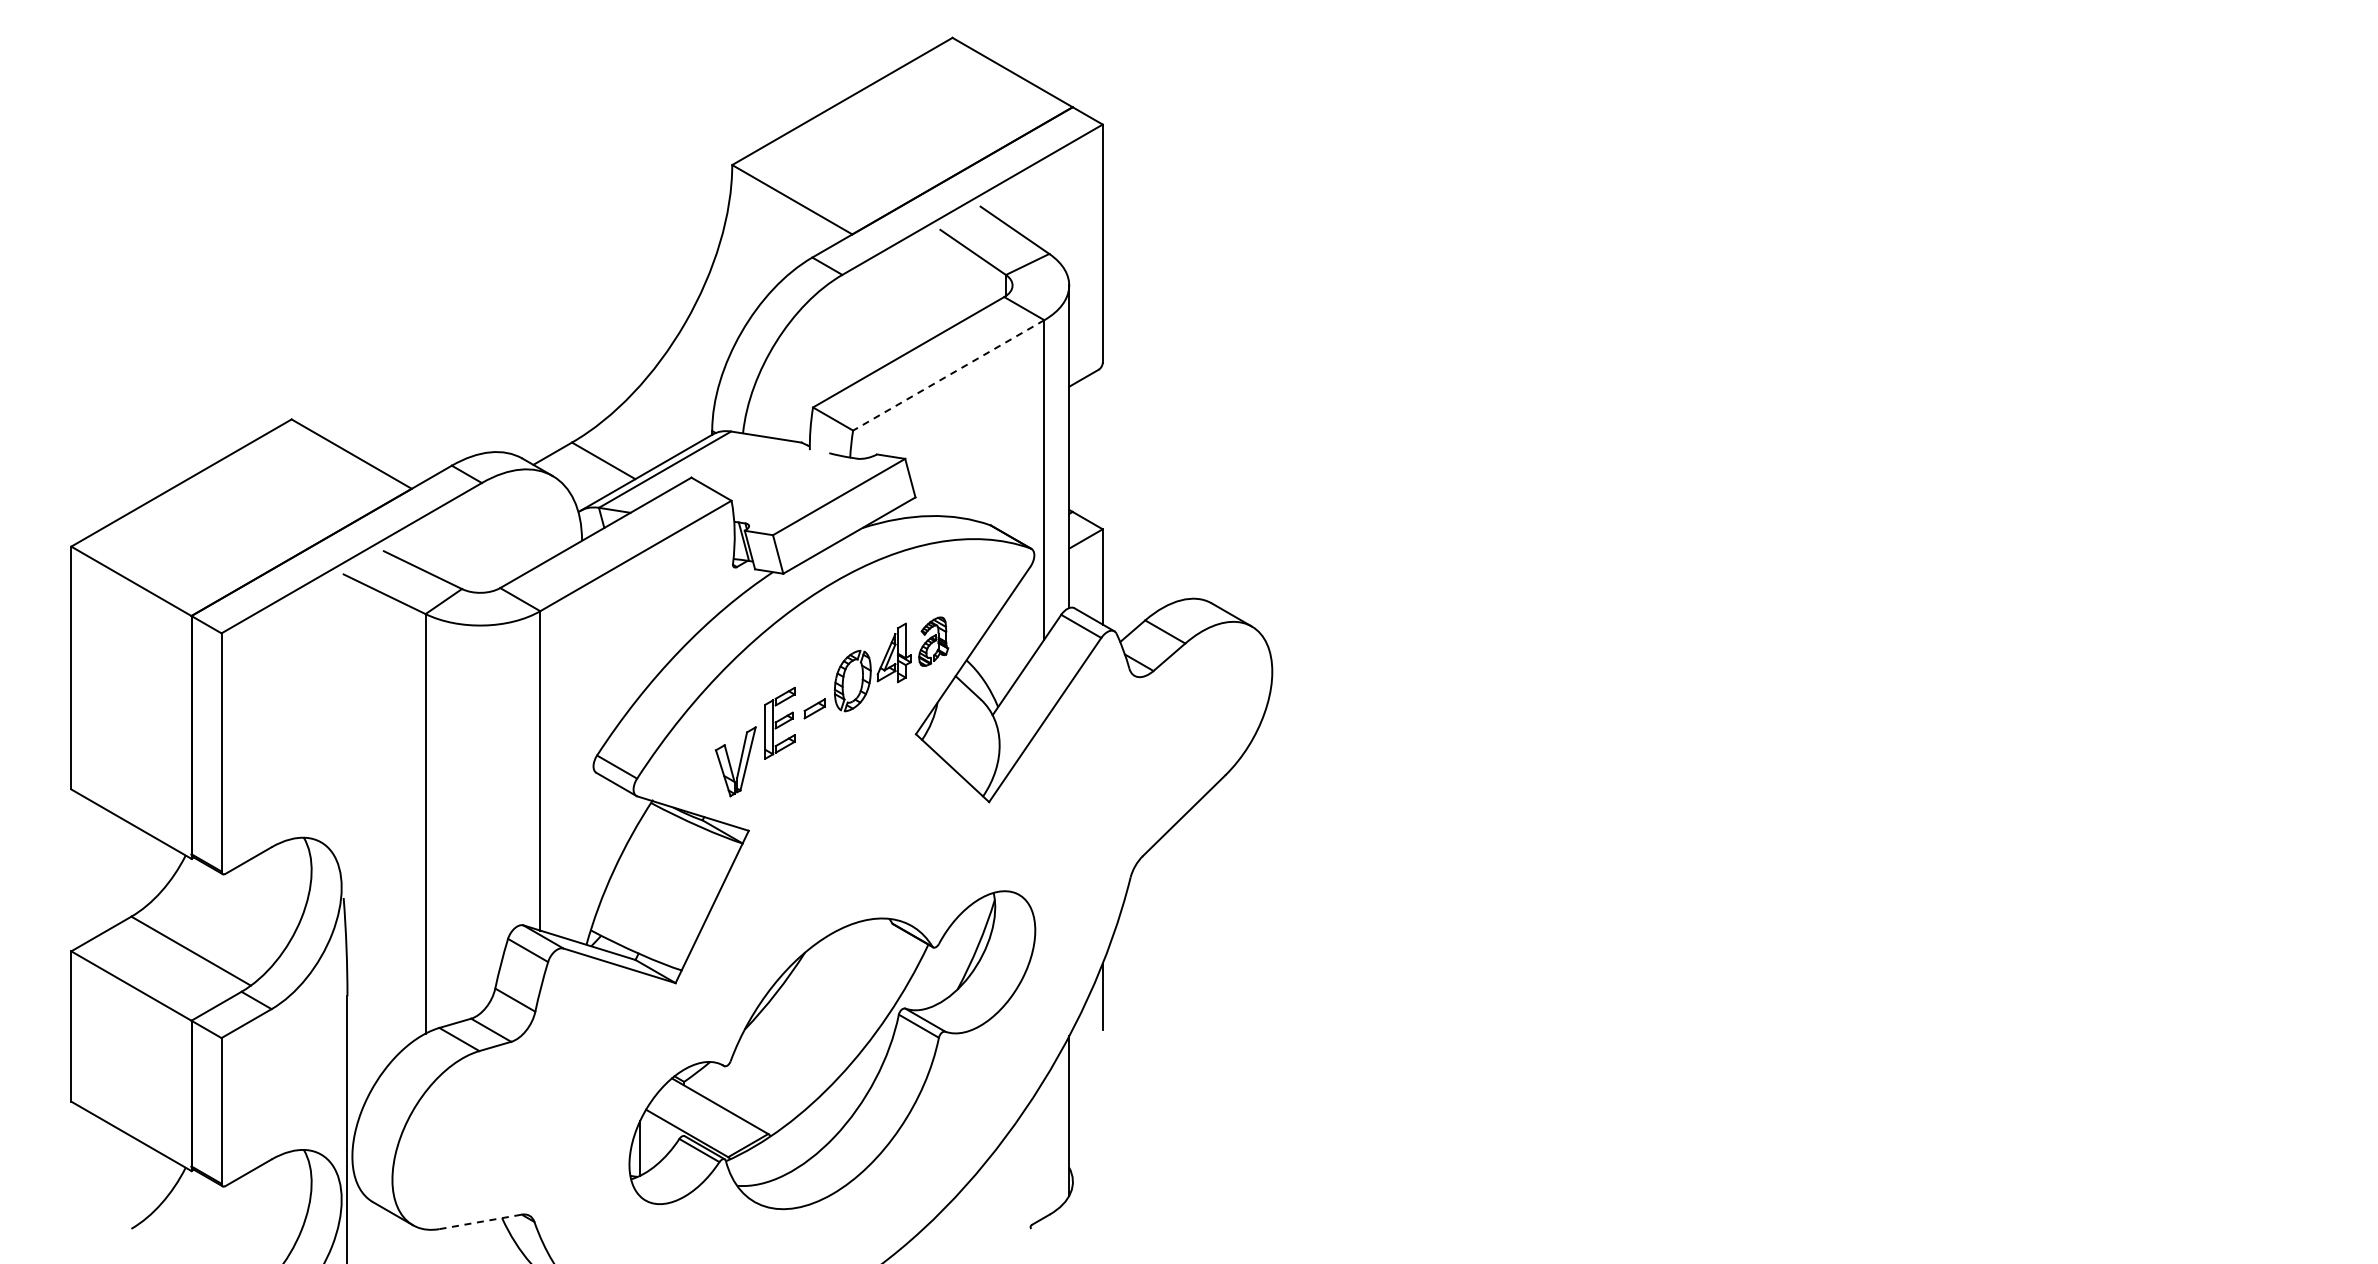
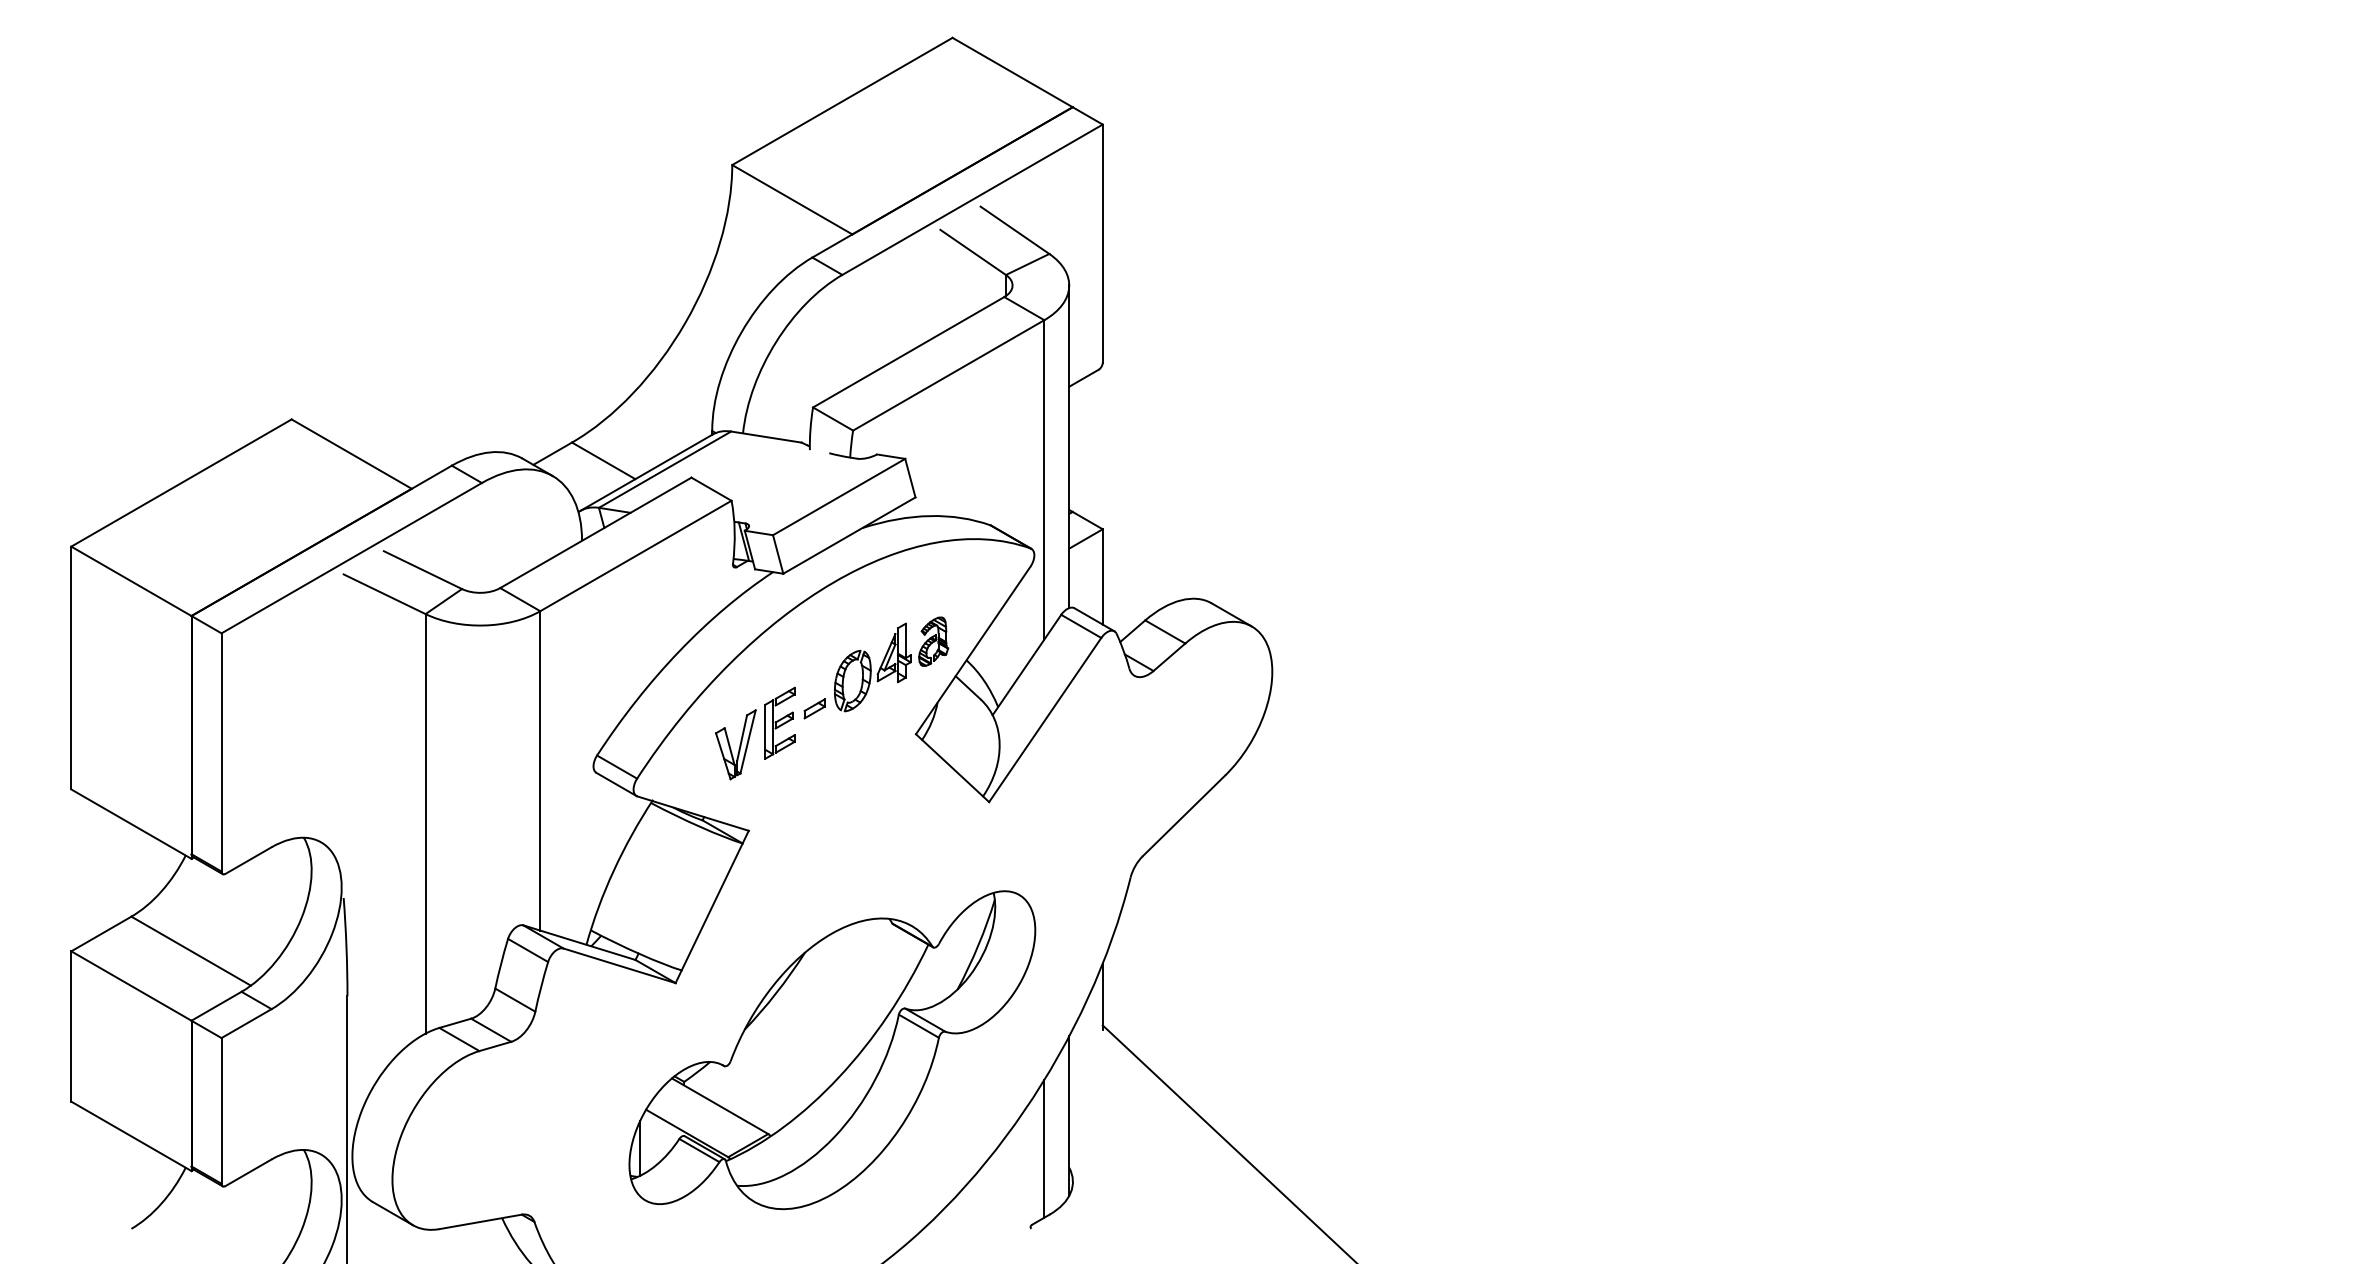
line at (948, 375): dashed -> solid
part at (735, 761) position: (735, 761) -> (735, 744)
line at (1228, 1142): none -> present
line at (1044, 1148): none -> present
line at (480, 1221): dashed -> solid
